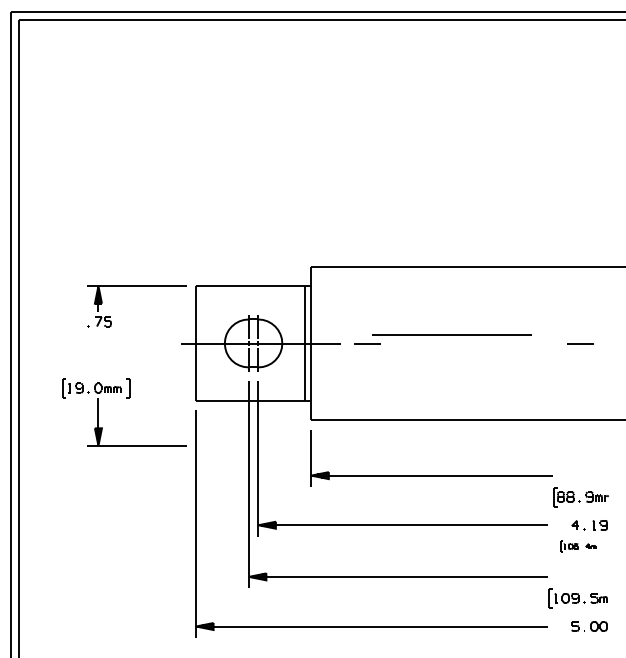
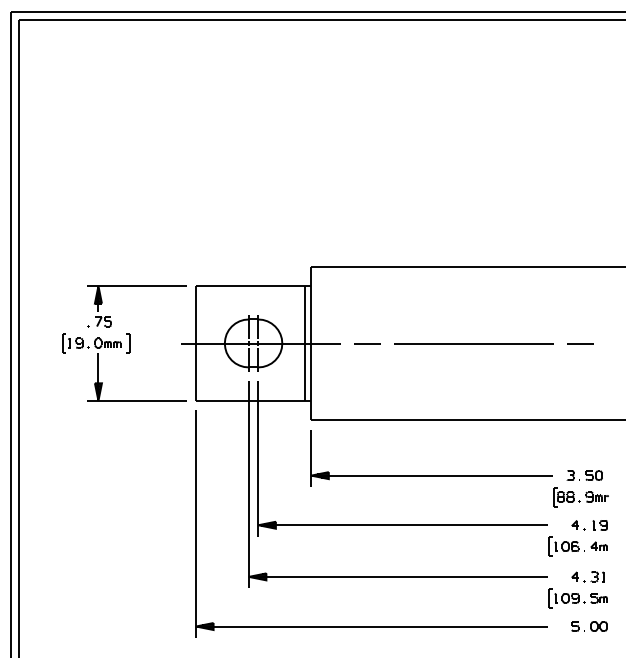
line at (451, 334) position: (451, 334) -> (473, 343)
part at (126, 398) position: (126, 398) -> (126, 353)
part at (584, 475): none -> present
part at (578, 546) size: 37x13 px -> 60x21 px
part at (587, 576): none -> present
